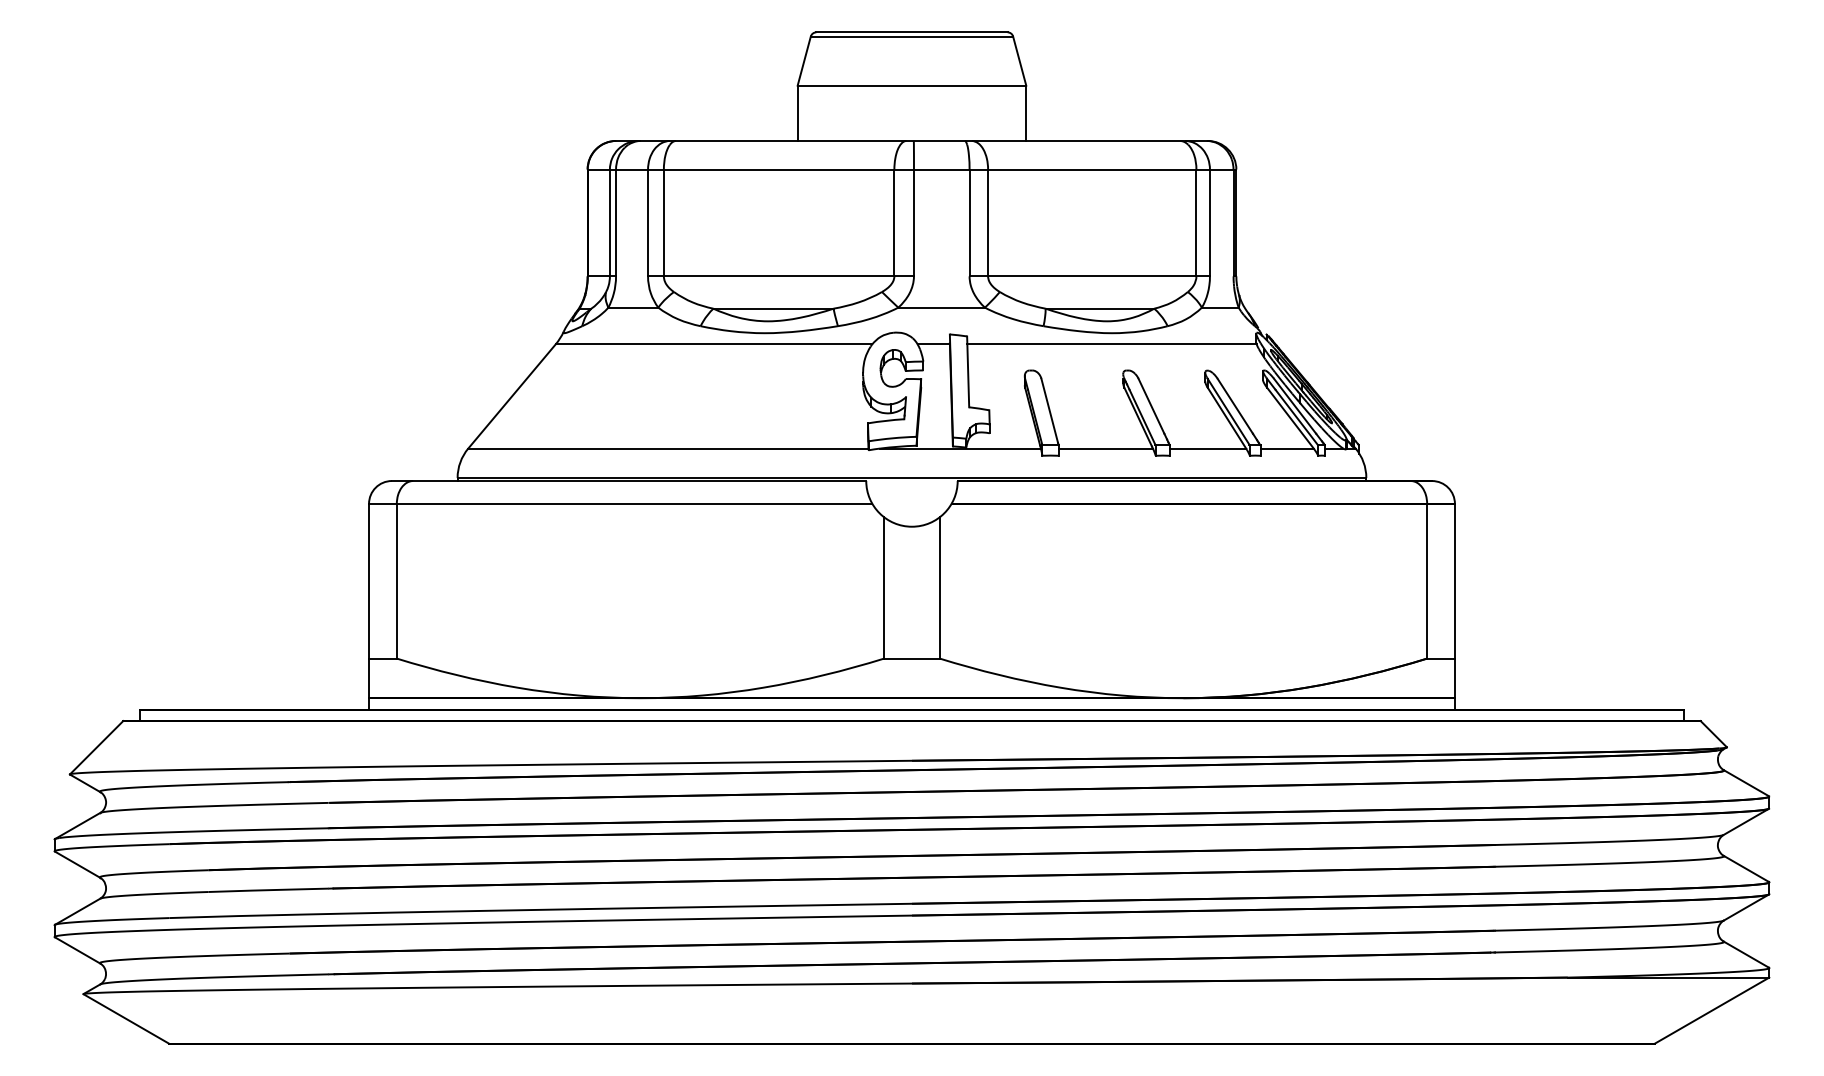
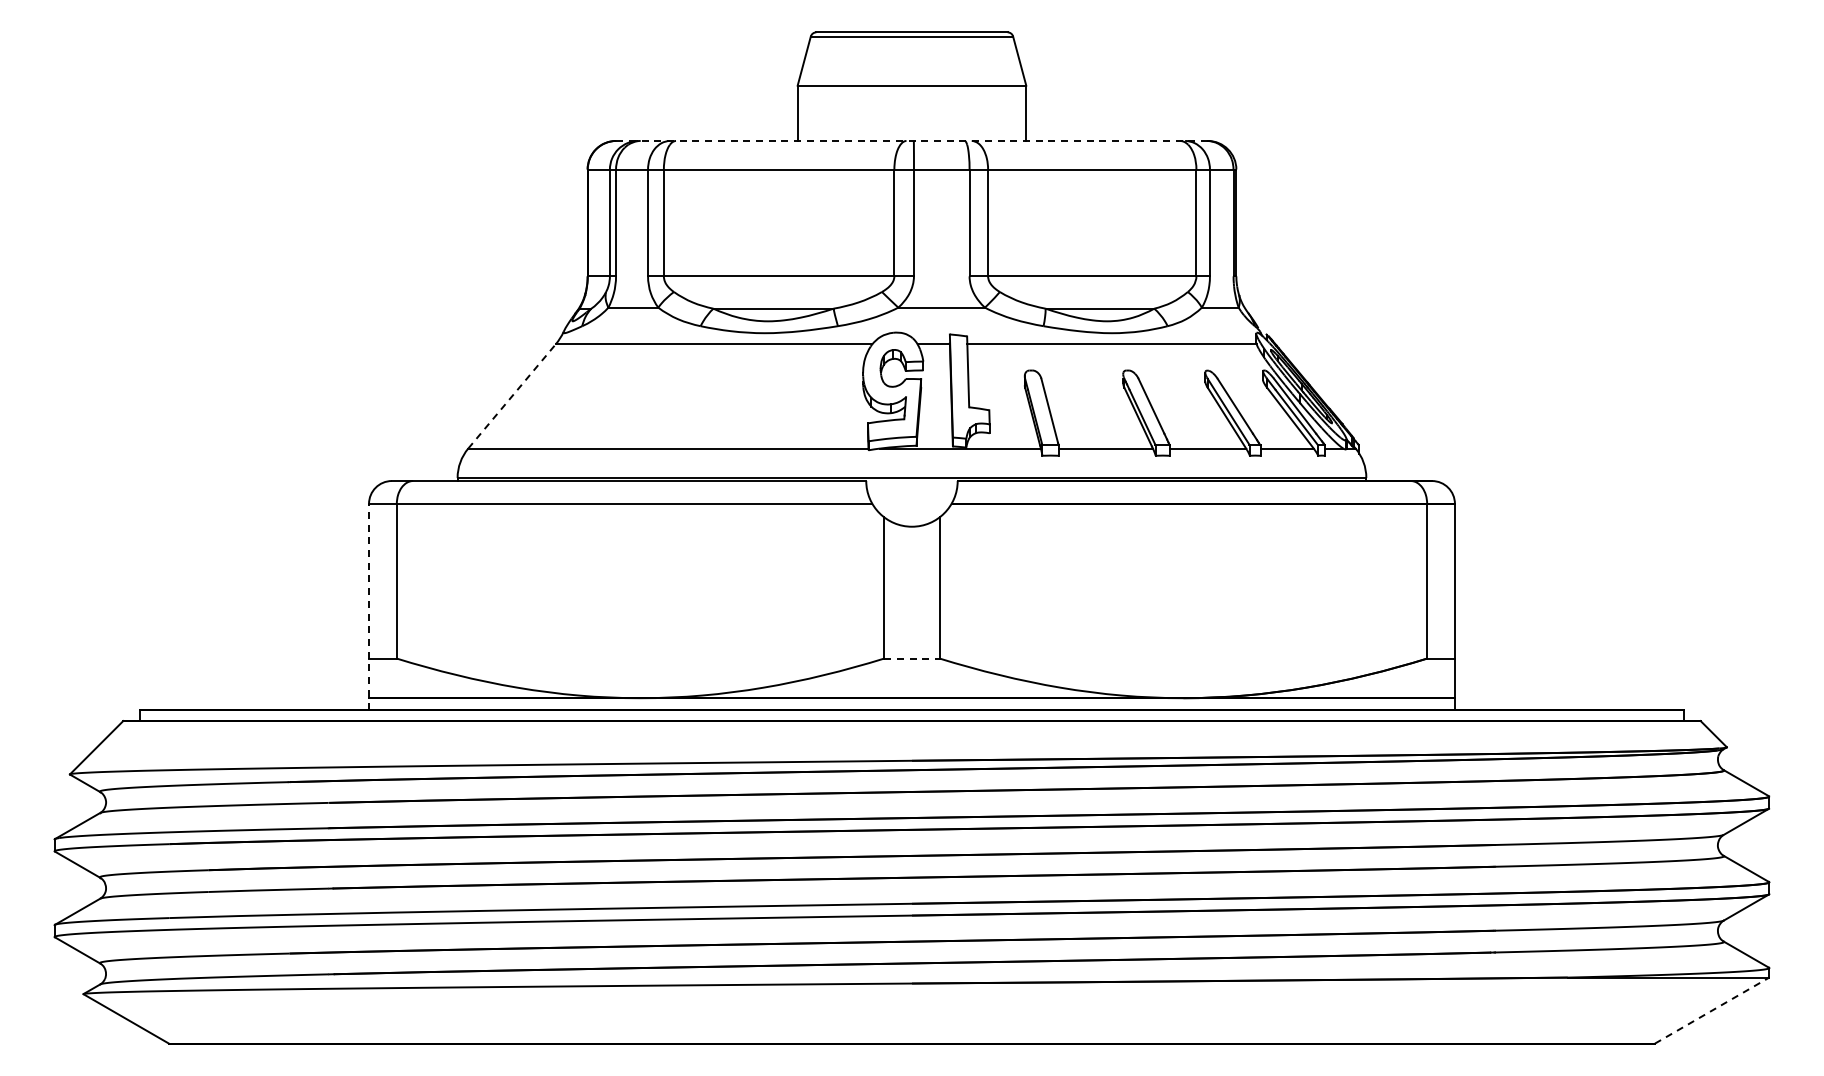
line at (911, 140): solid -> dashed
line at (512, 396): solid -> dashed
line at (369, 606): solid -> dashed
line at (911, 658): solid -> dashed
line at (1712, 1010): solid -> dashed
